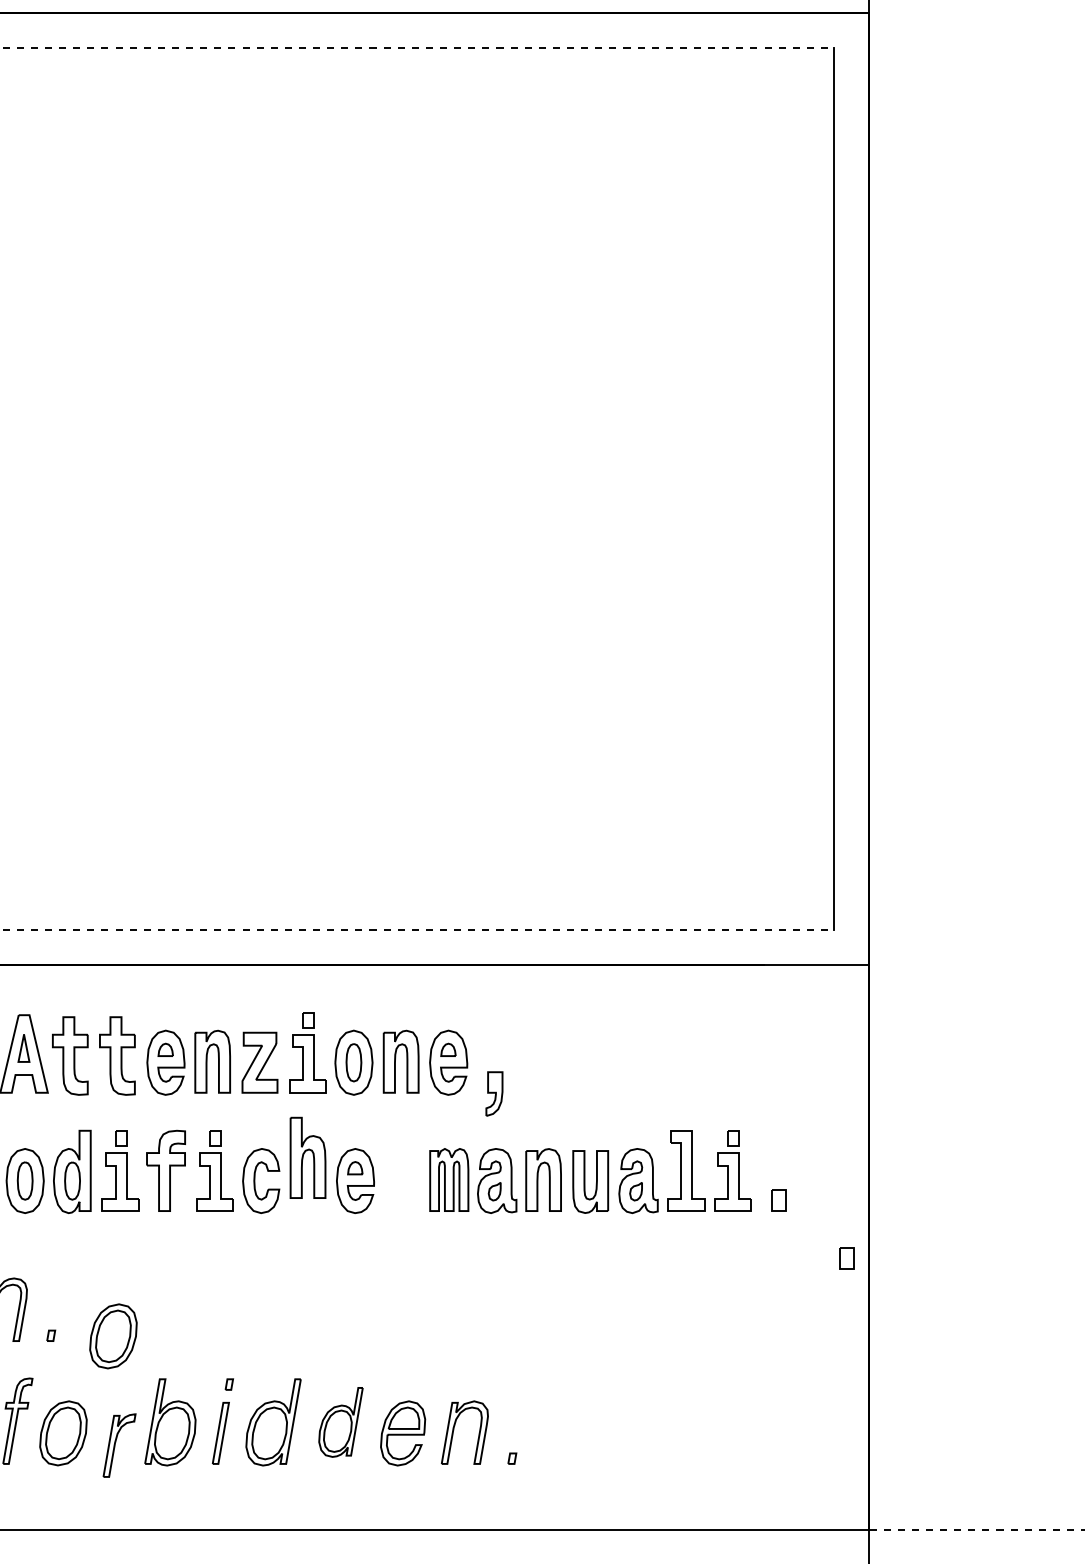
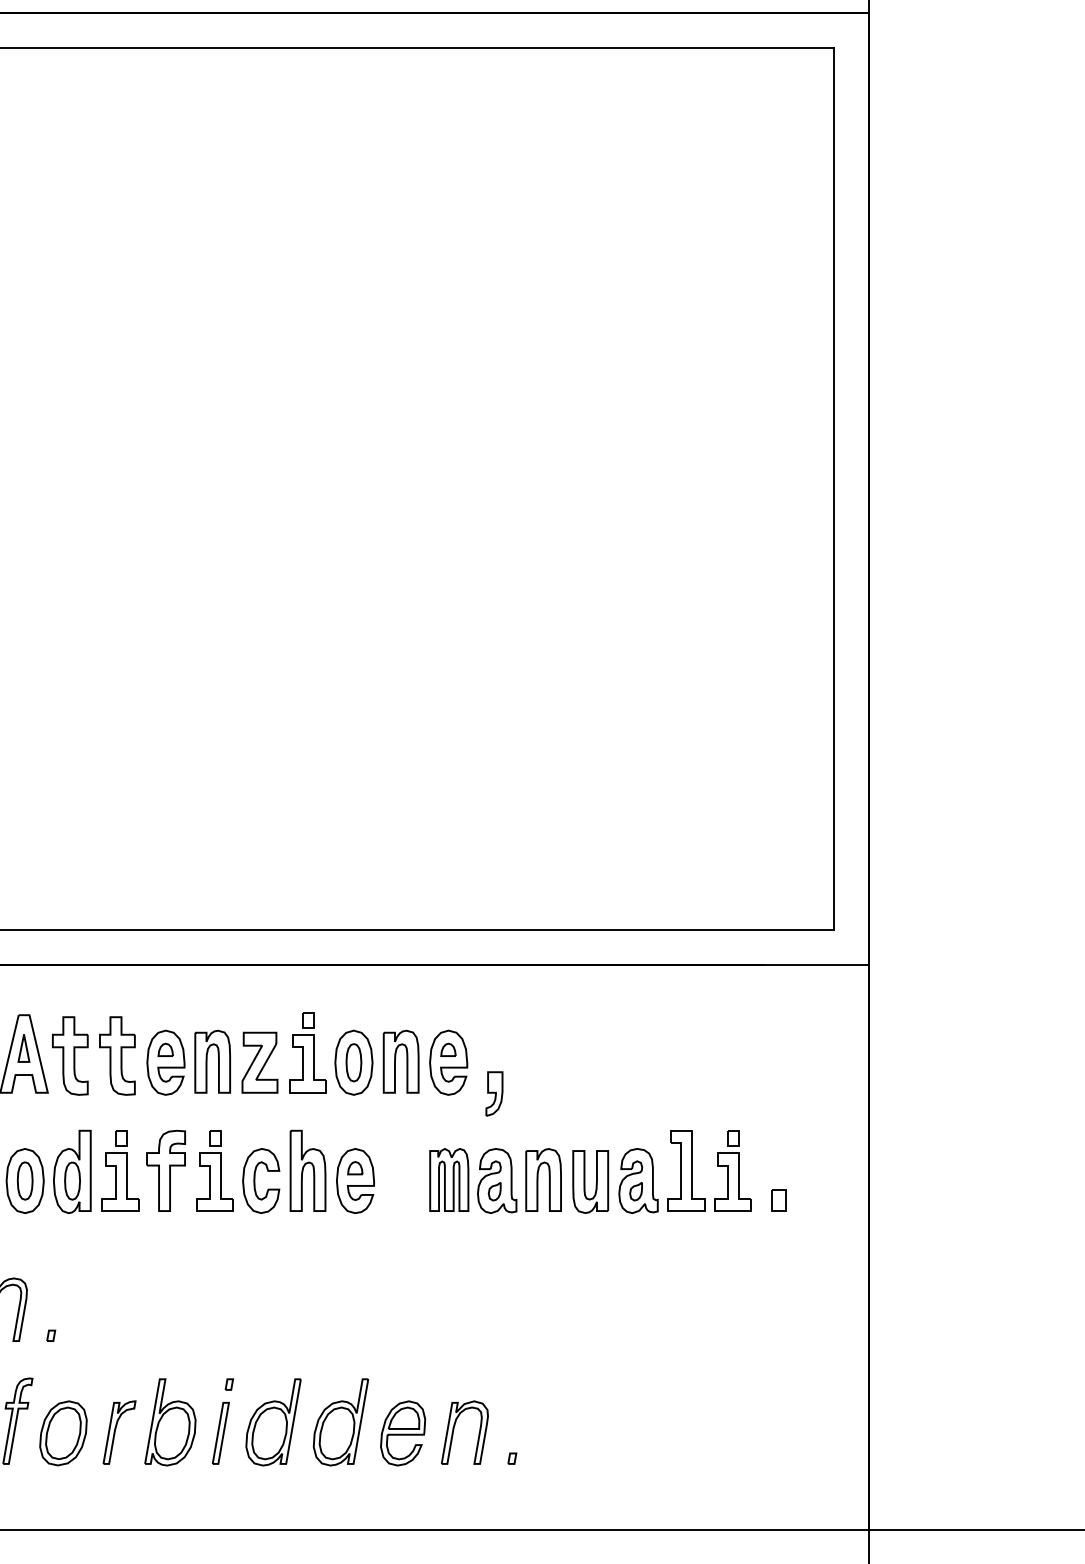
line at (417, 48): dashed -> solid
line at (417, 930): dashed -> solid
part at (307, 1157) position: (307, 1157) -> (307, 1170)
part at (846, 1258): present -> none
part at (113, 1336): present -> none
part at (340, 1422) size: 46x71 px -> 58x89 px
part at (119, 1445) position: (119, 1445) -> (119, 1432)
line at (977, 1529): dashed -> solid
